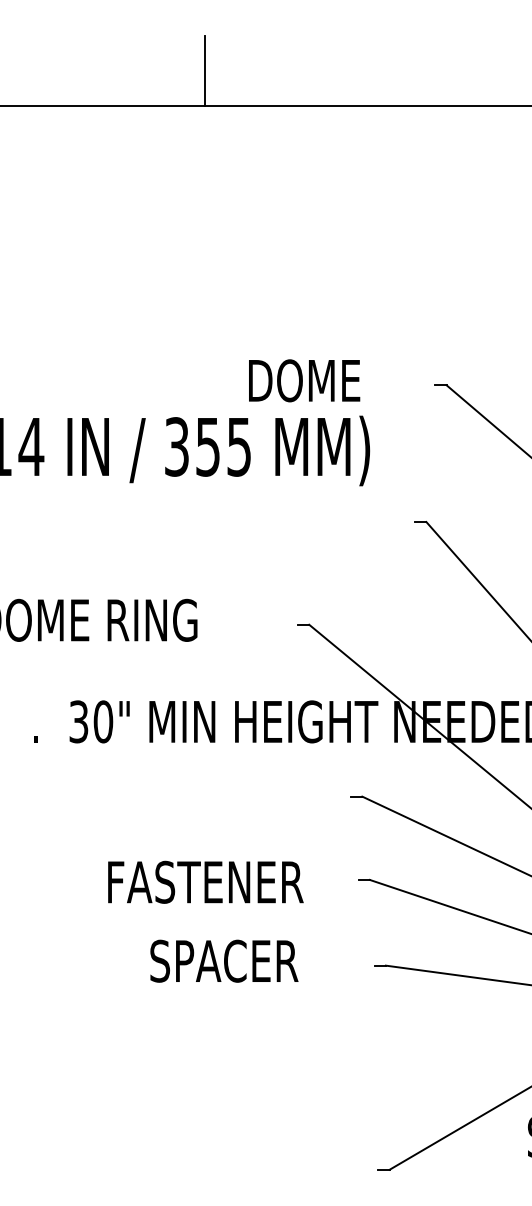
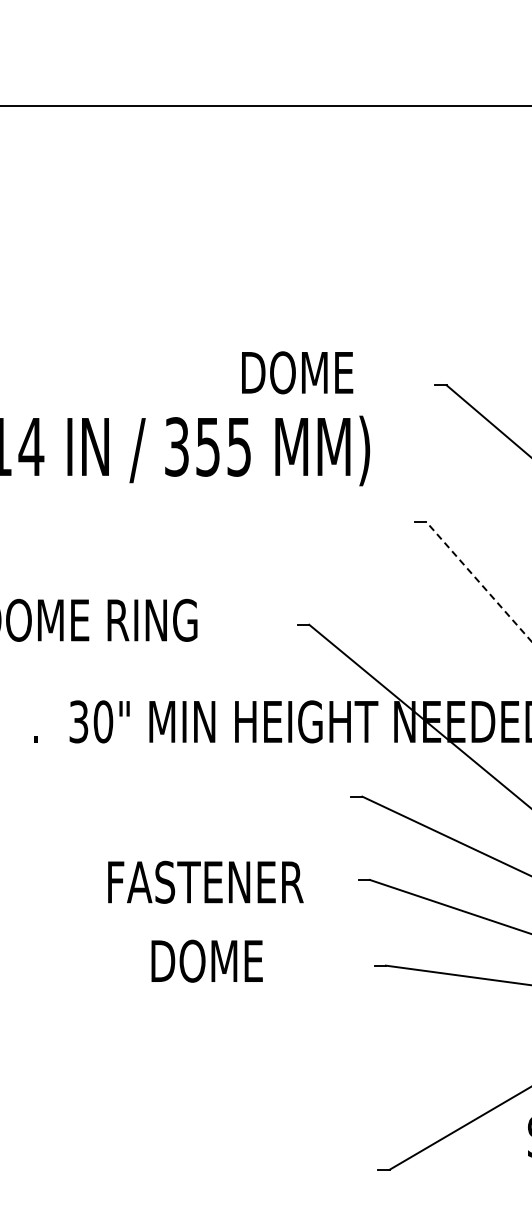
line at (204, 71): present -> none
text at (304, 380) position: (304, 380) -> (297, 372)
line at (478, 581): solid -> dashed
text at (224, 960): SPACER -> DOME
